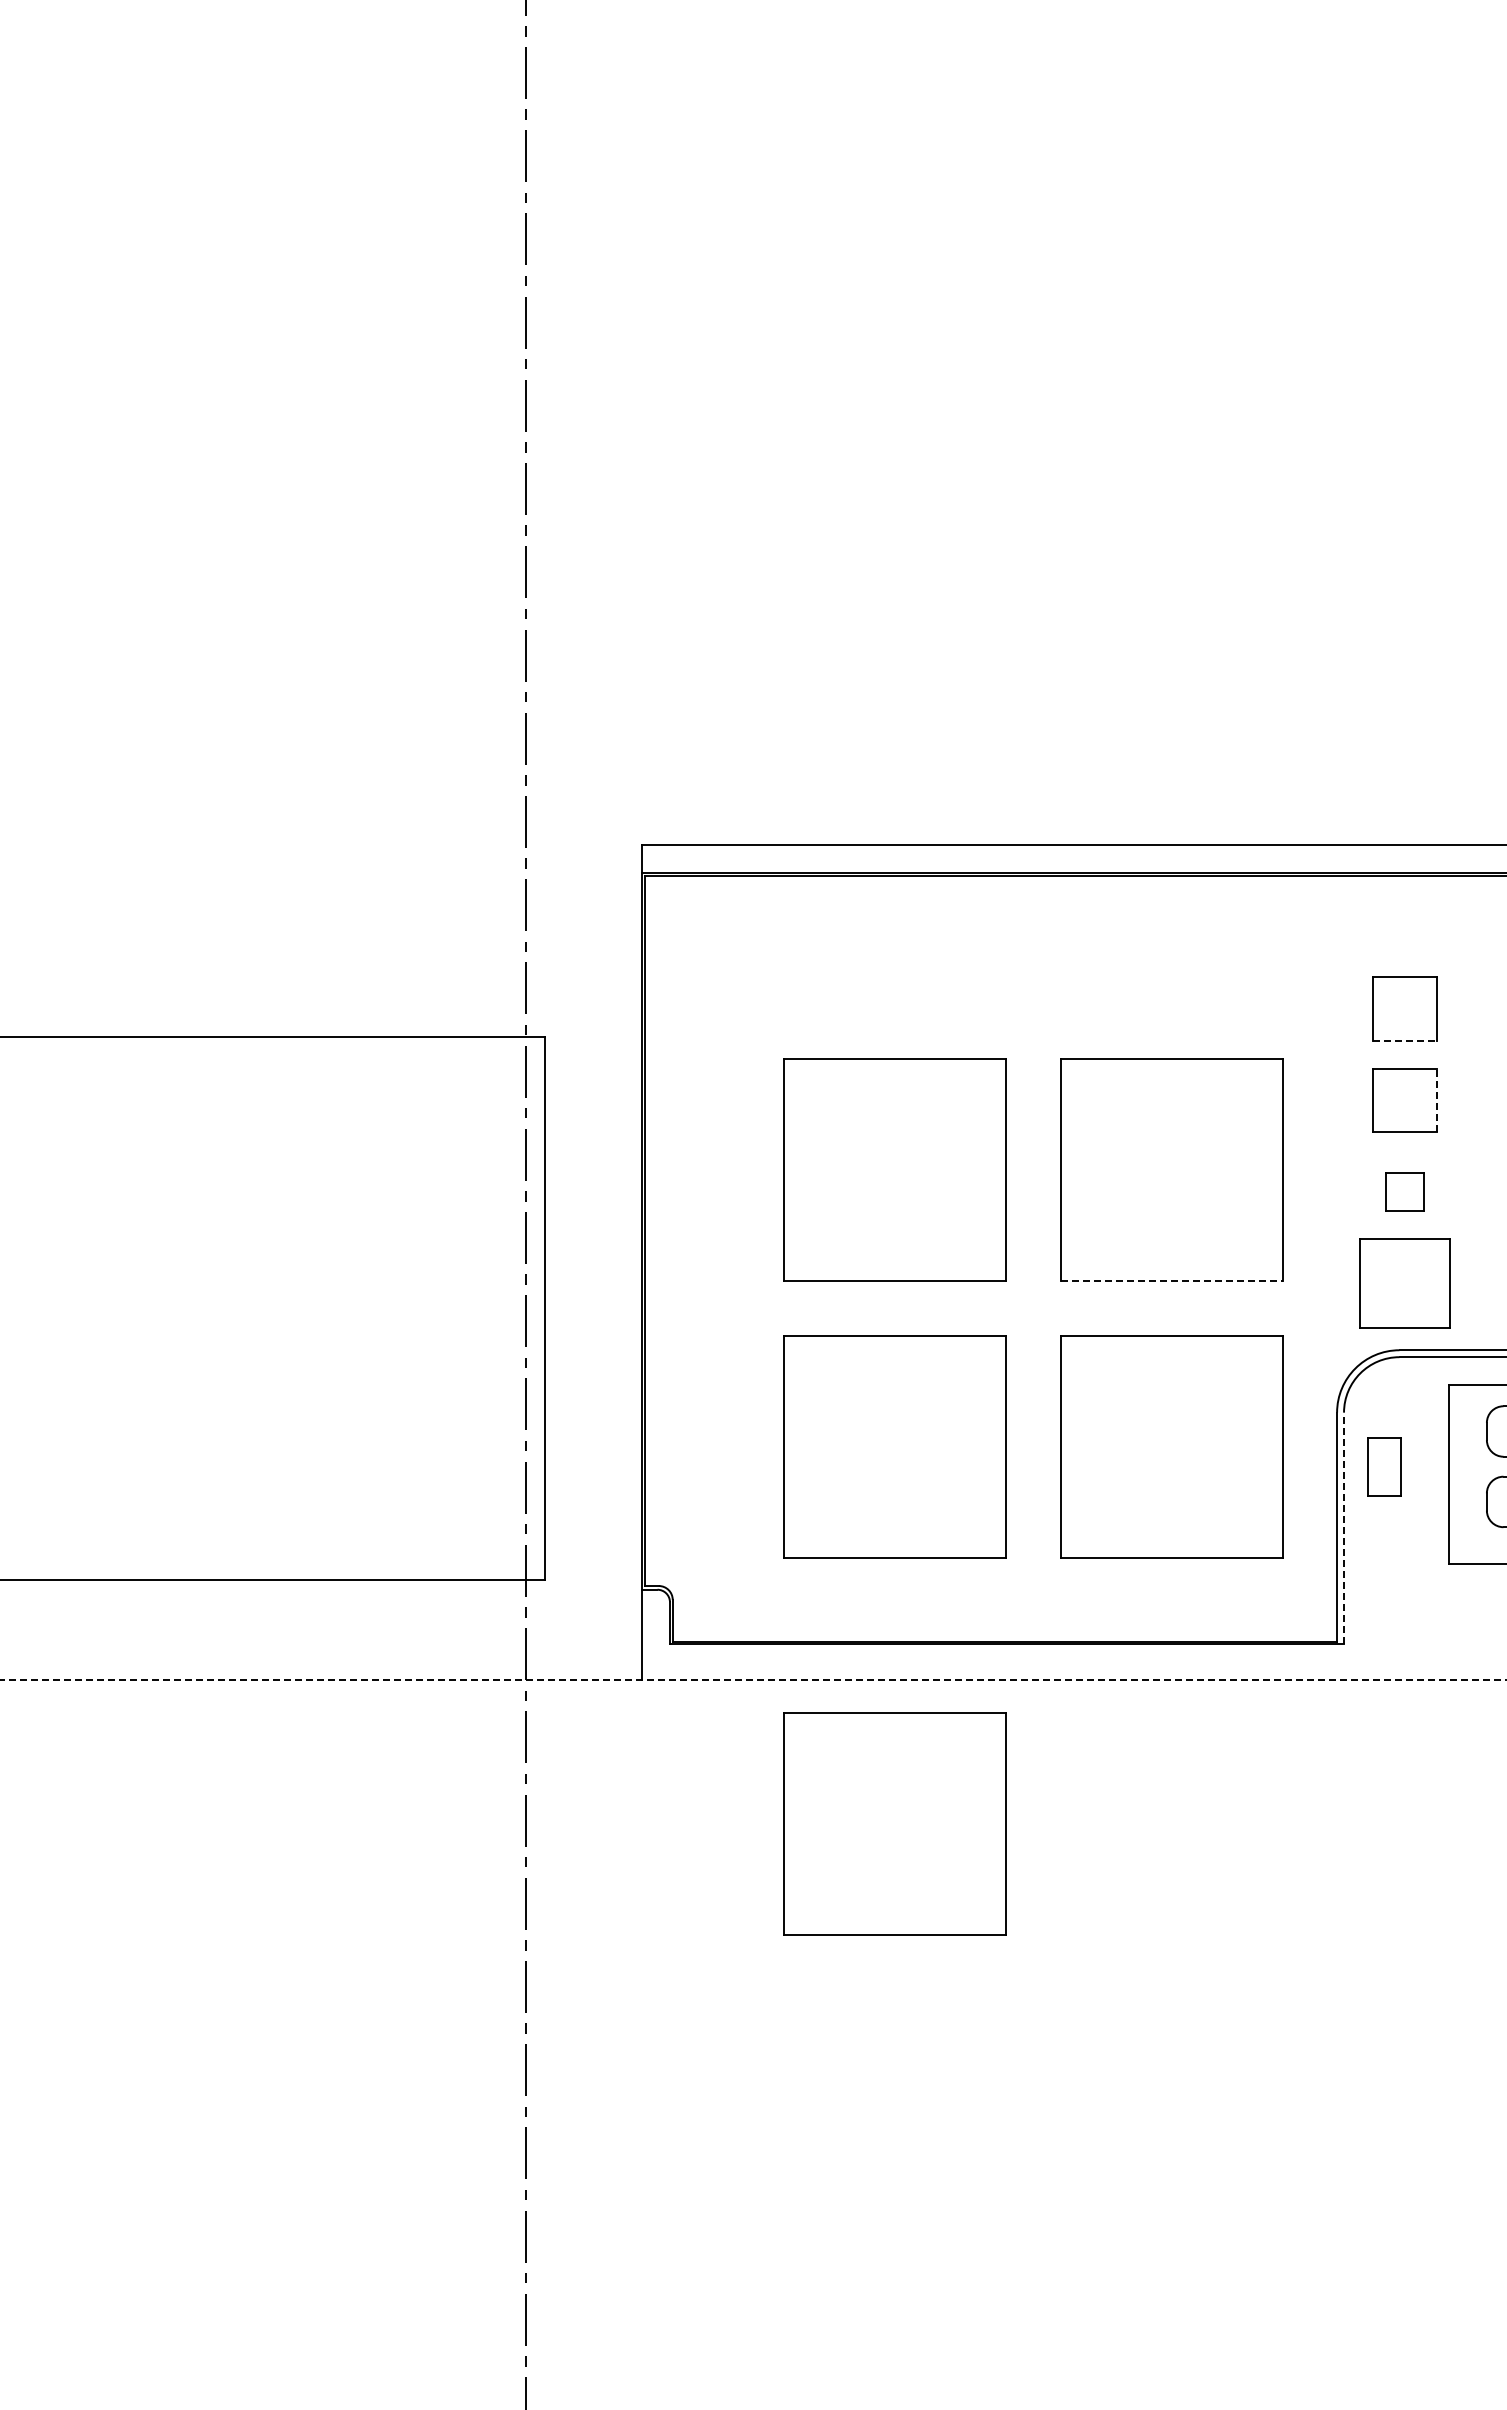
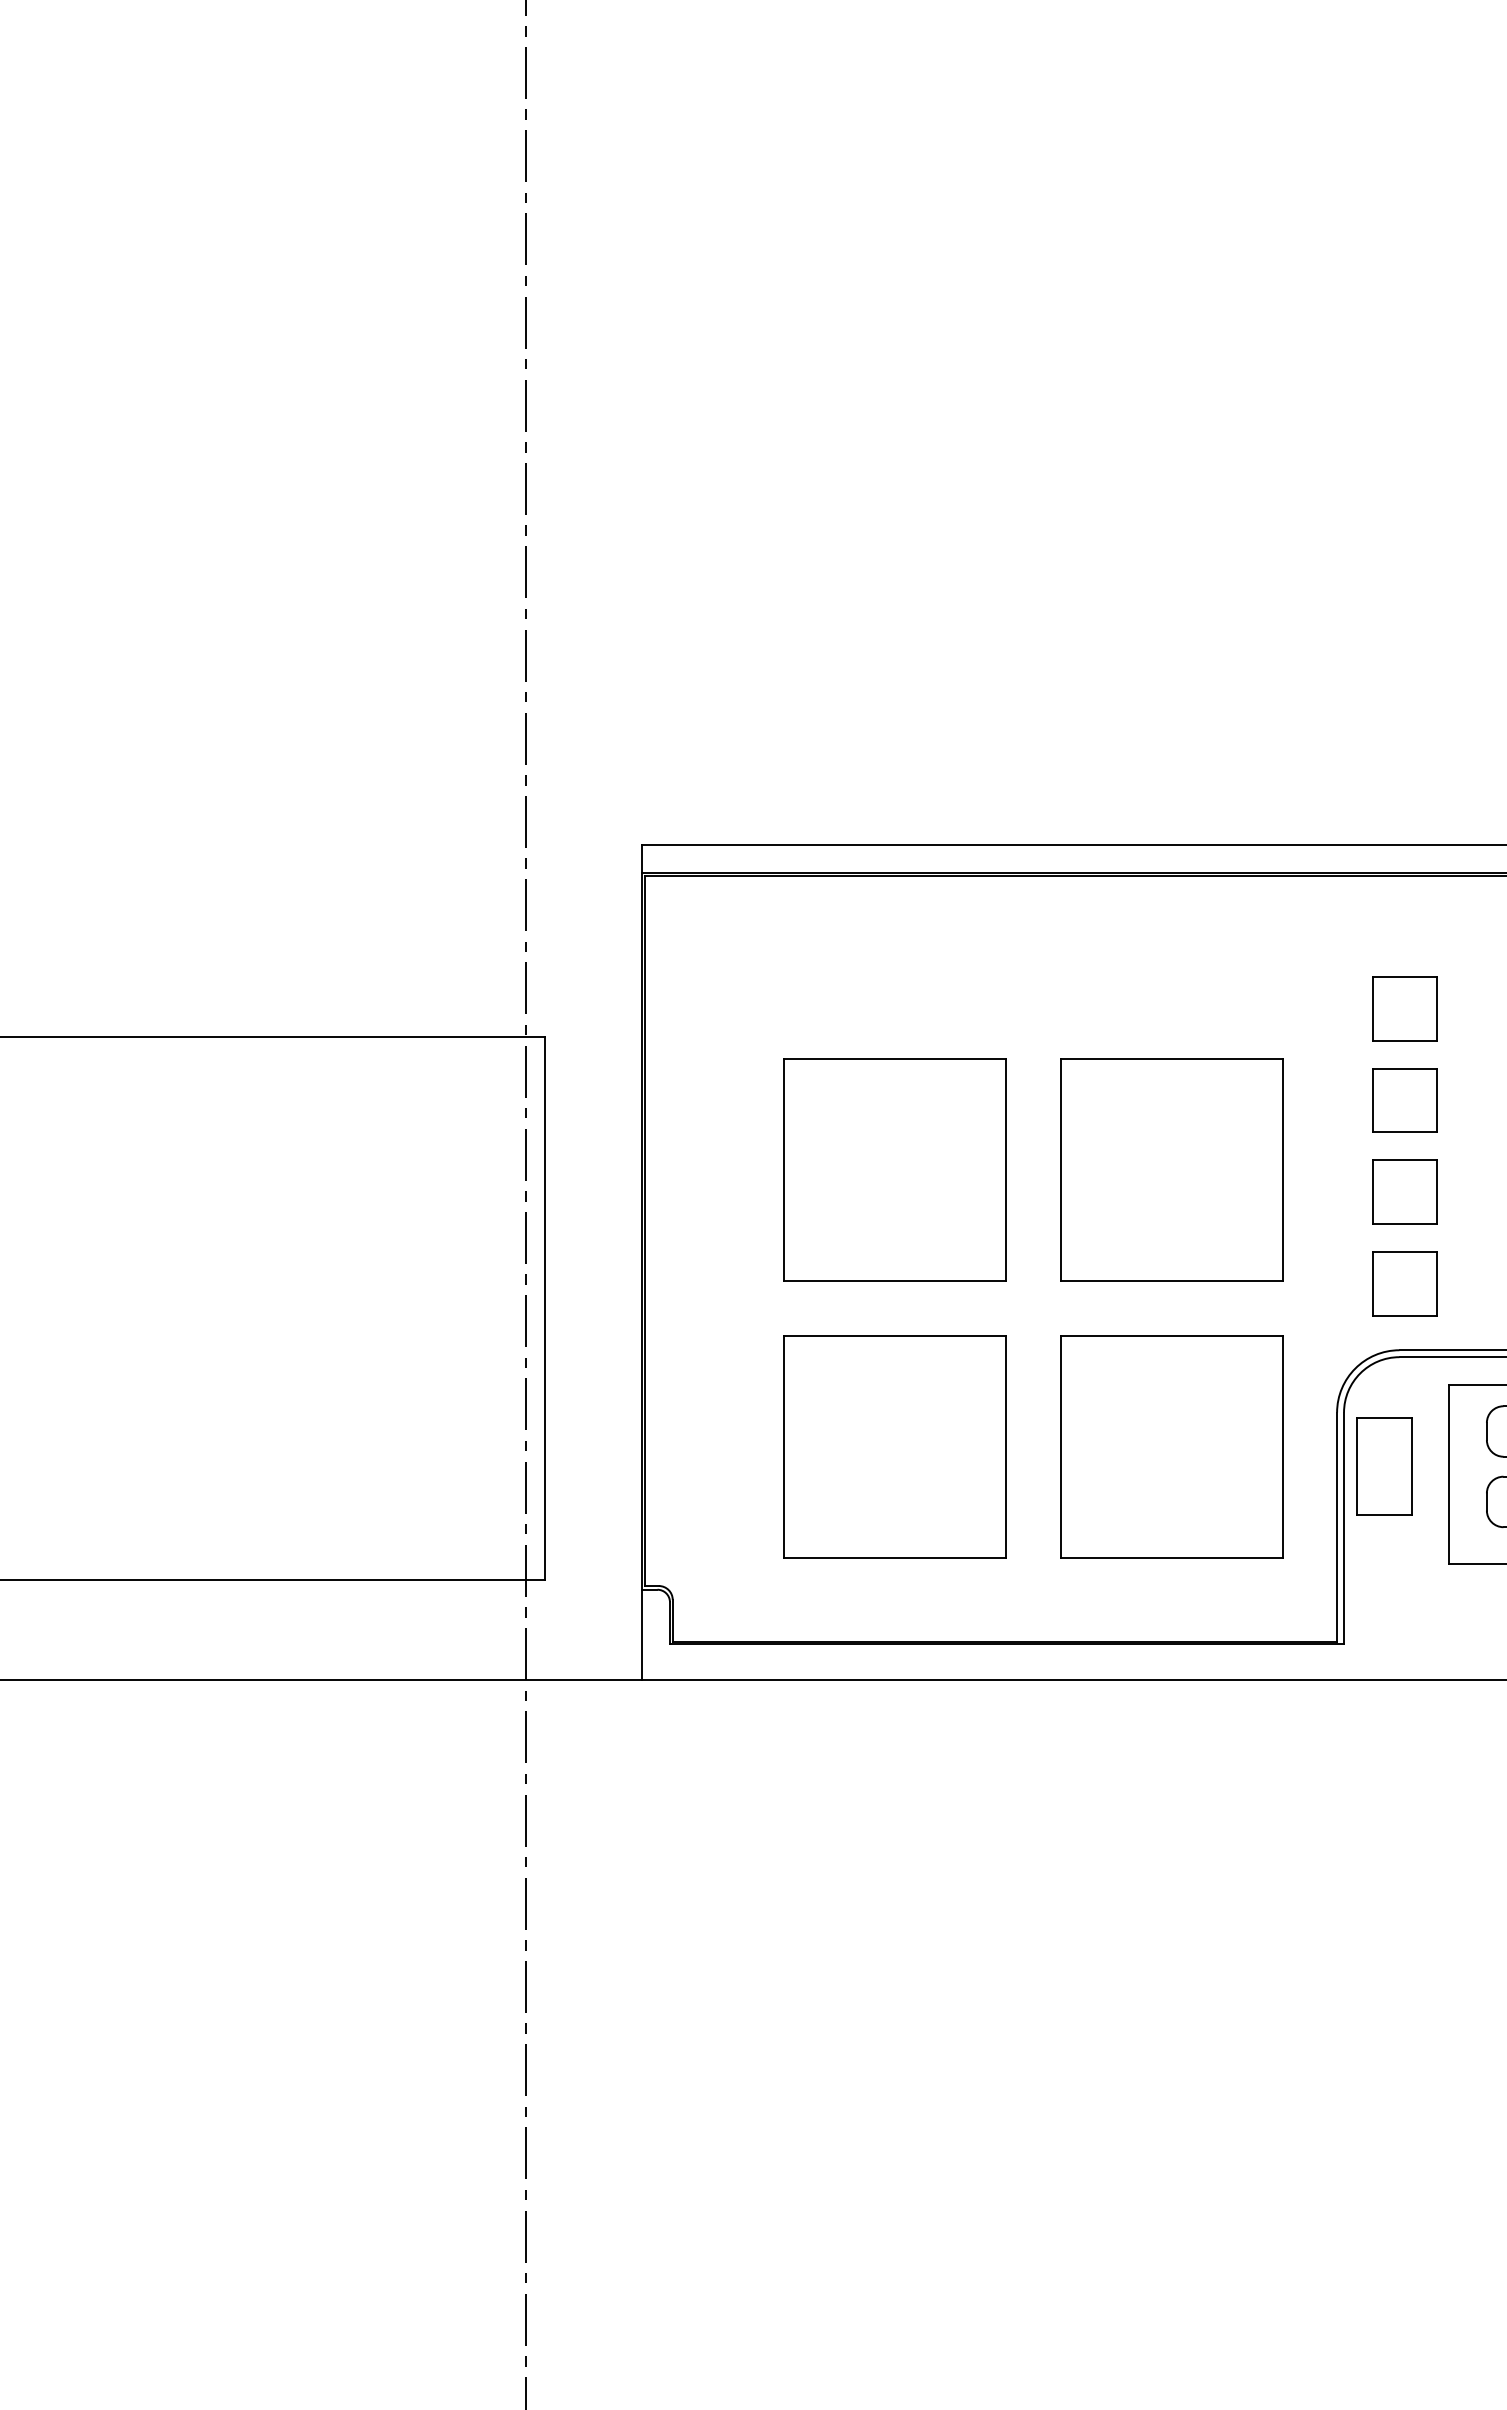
line at (1405, 1040): dashed -> solid
line at (1436, 1100): dashed -> solid
part at (1404, 1191) size: 40x40 px -> 66x66 px
line at (1172, 1280): dashed -> solid
part at (1404, 1283) size: 92x91 px -> 66x66 px
part at (1384, 1466) size: 35x60 px -> 57x99 px
line at (1344, 1528): dashed -> solid
line at (753, 1680): dashed -> solid
part at (894, 1823): present -> none
